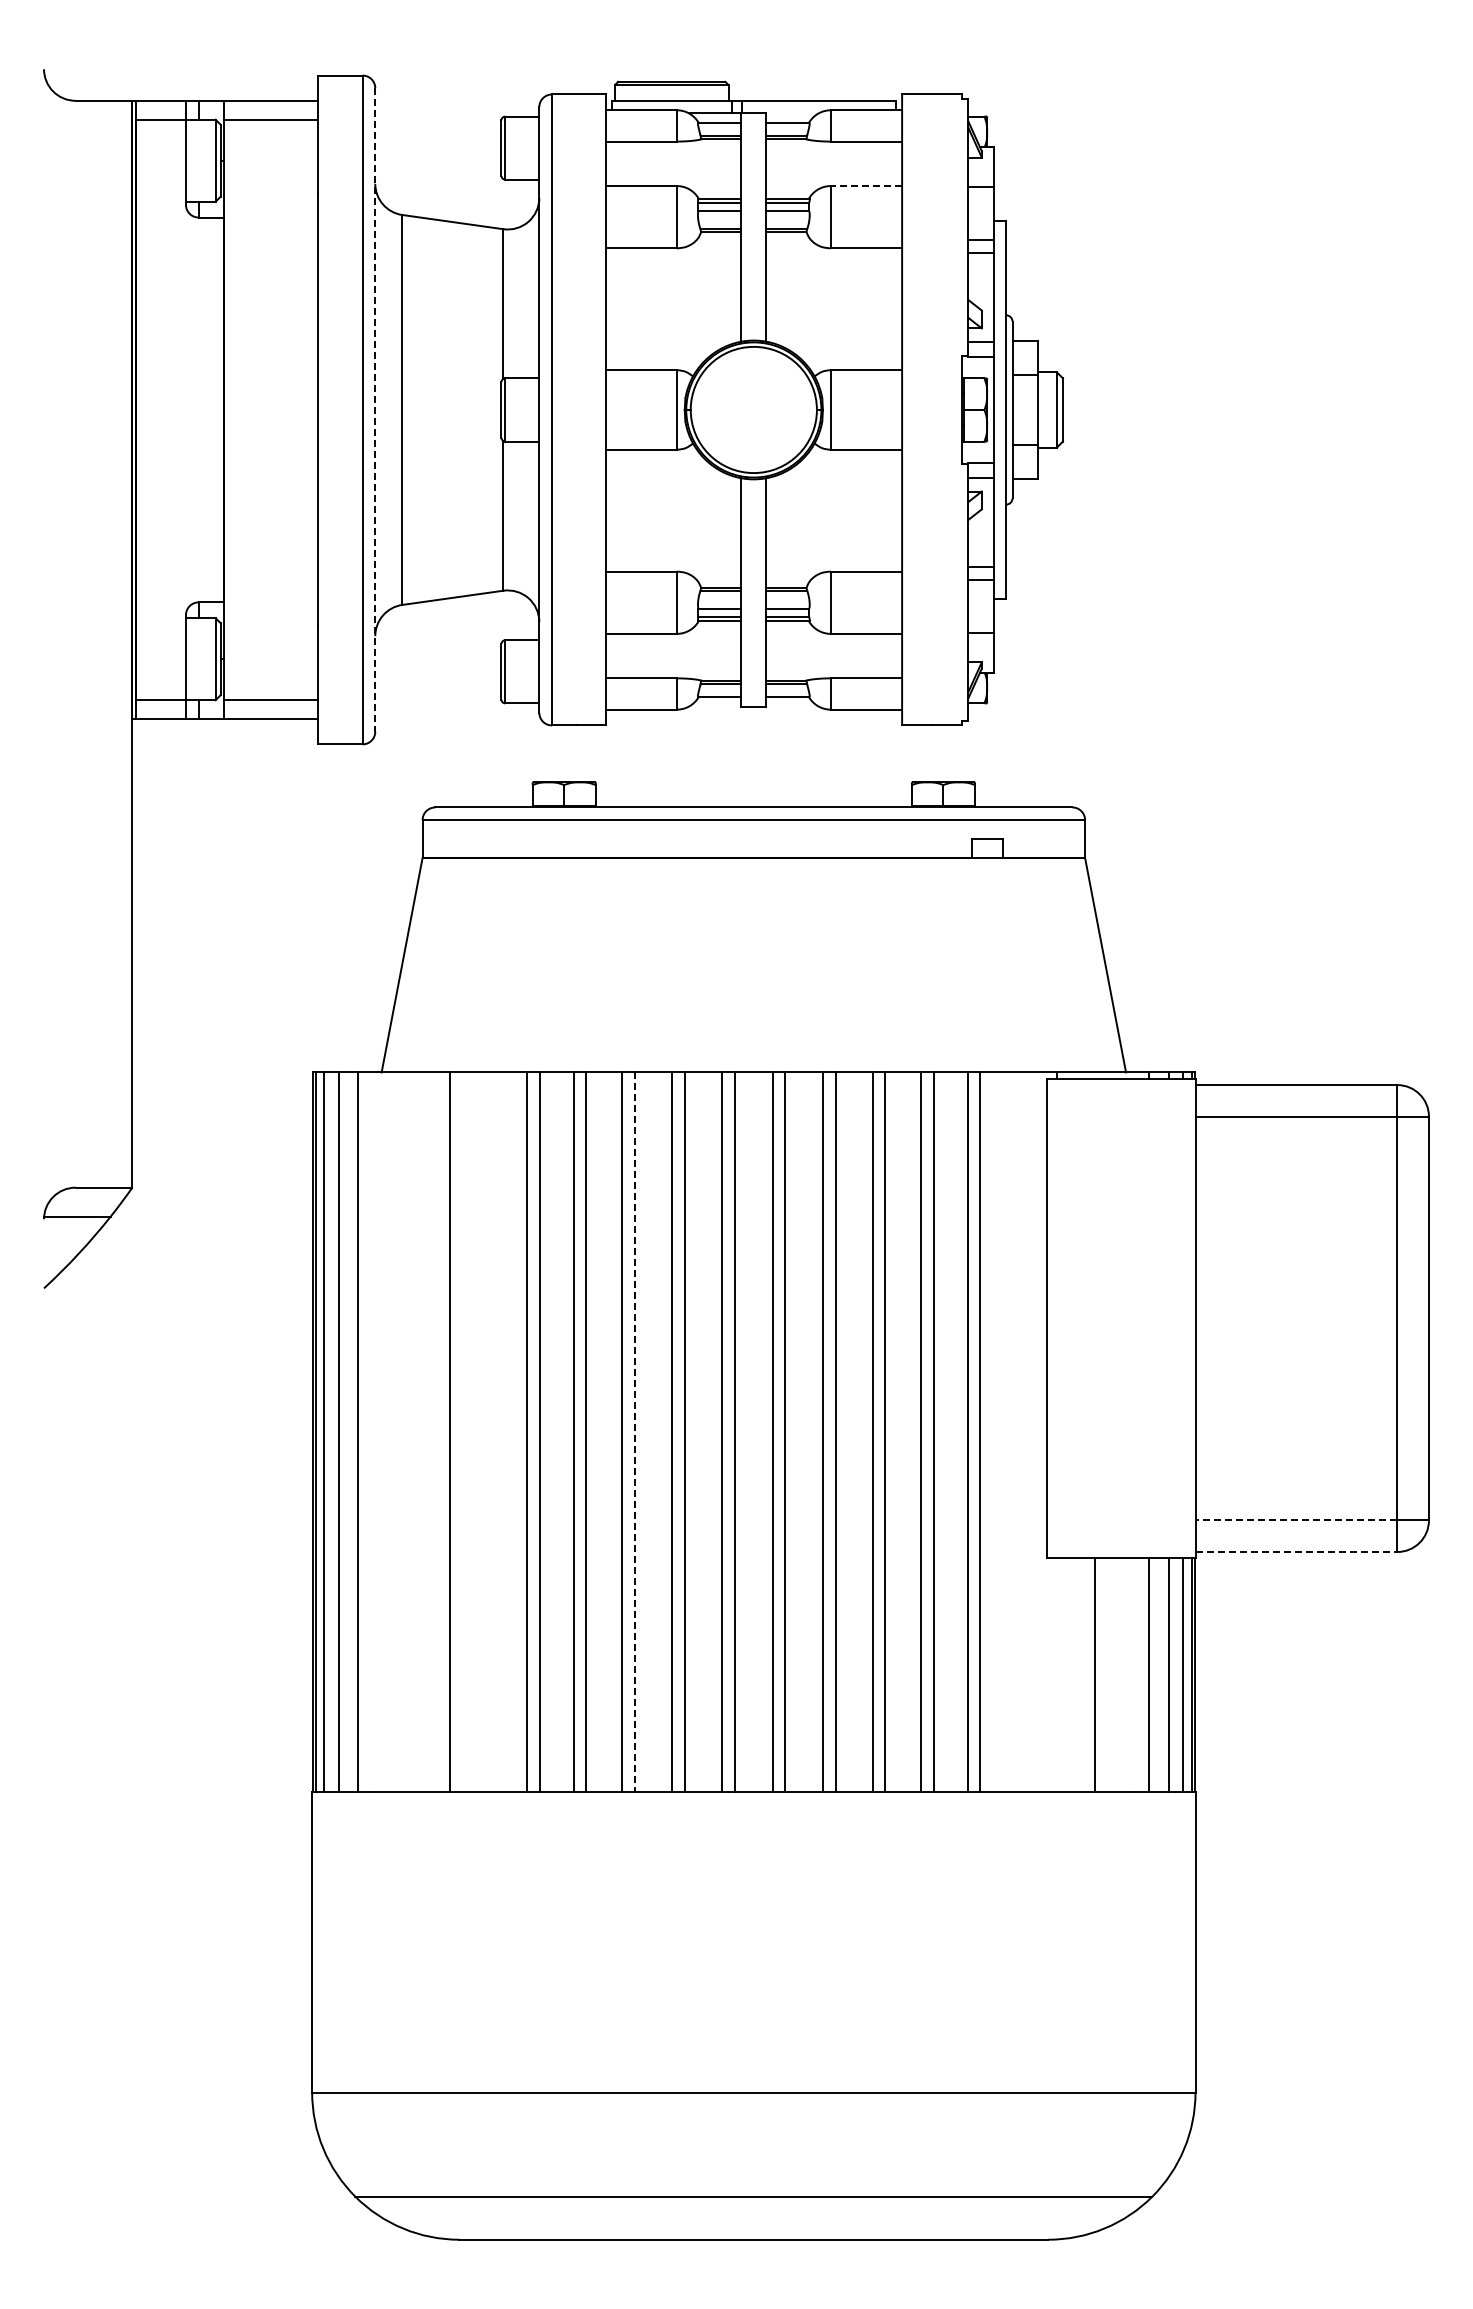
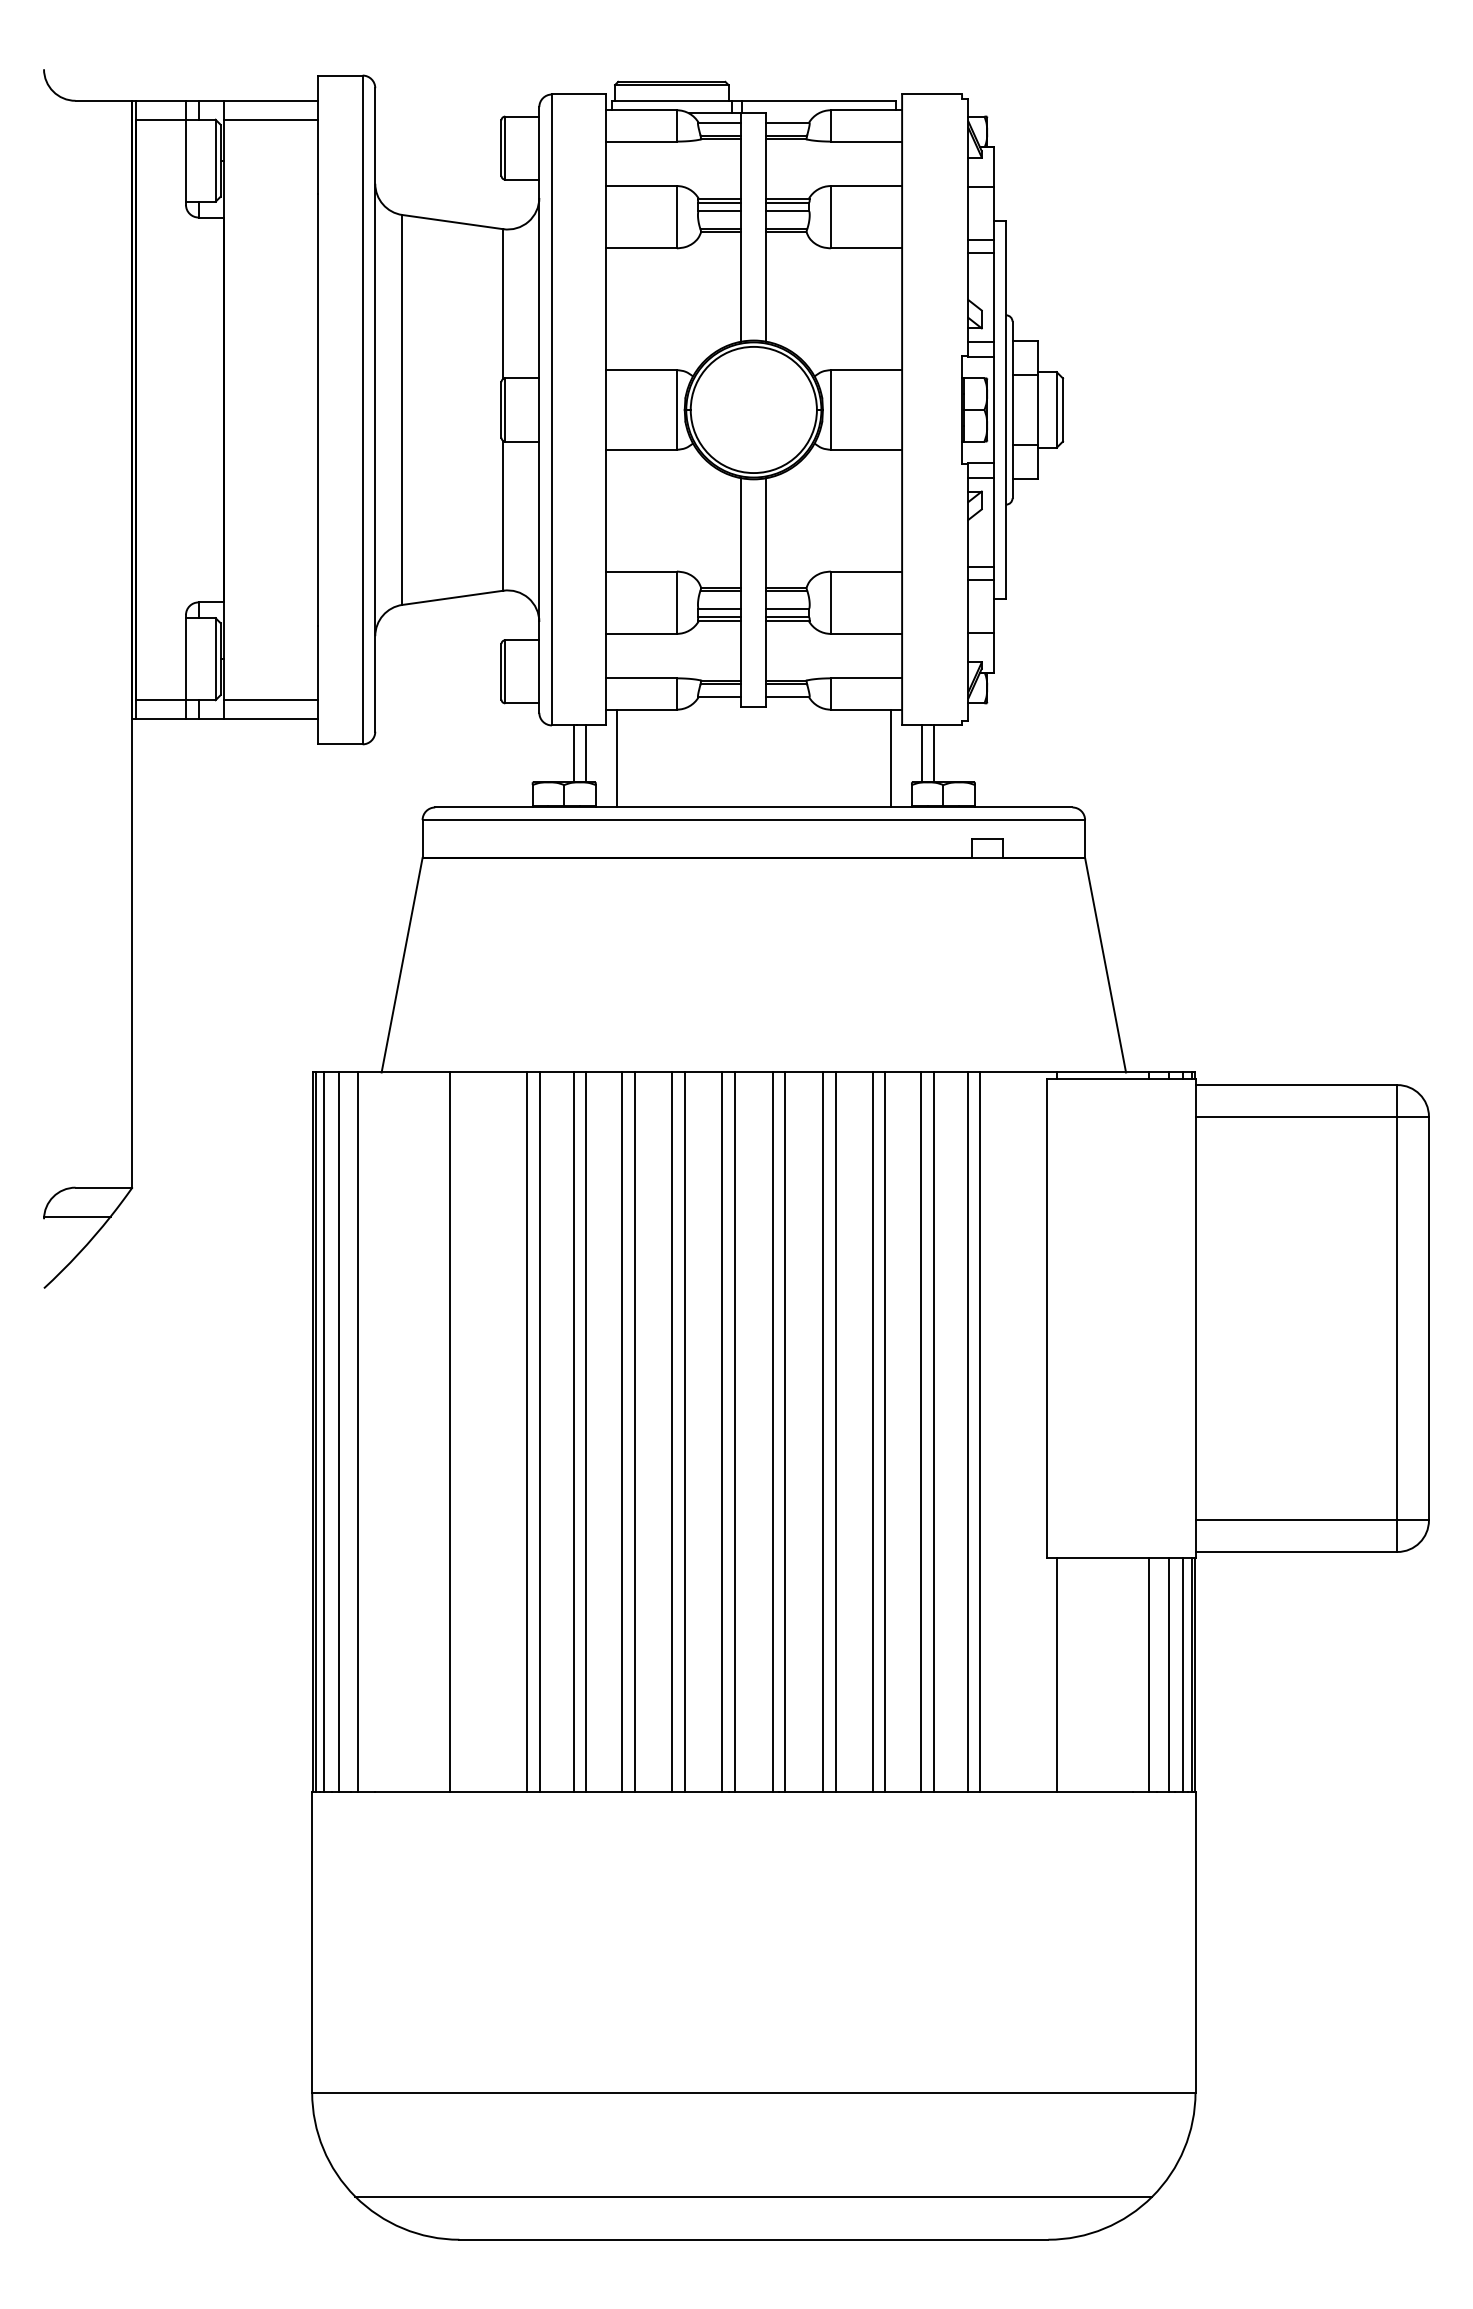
line at (866, 186): dashed -> solid
line at (375, 409): dashed -> solid
line at (574, 753): none -> present
line at (585, 753): none -> present
line at (922, 753): none -> present
line at (933, 753): none -> present
line at (616, 758): none -> present
line at (891, 758): none -> present
line at (634, 1432): dashed -> solid
line at (1296, 1520): dashed -> solid
line at (1296, 1551): dashed -> solid
line at (1095, 1674) position: (1095, 1674) -> (1057, 1674)
